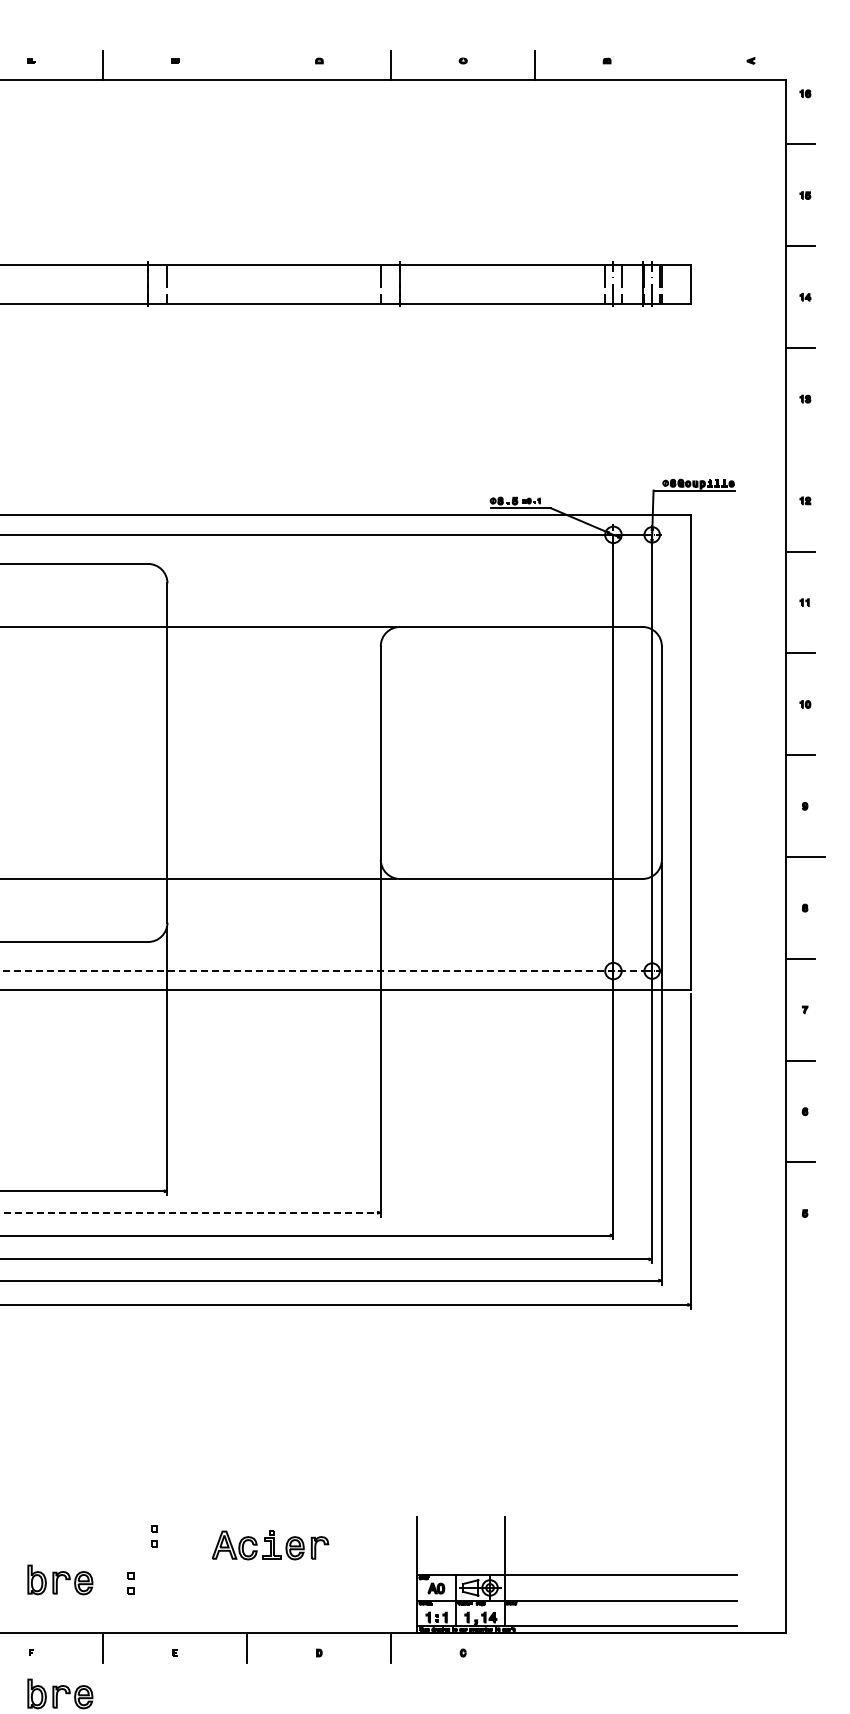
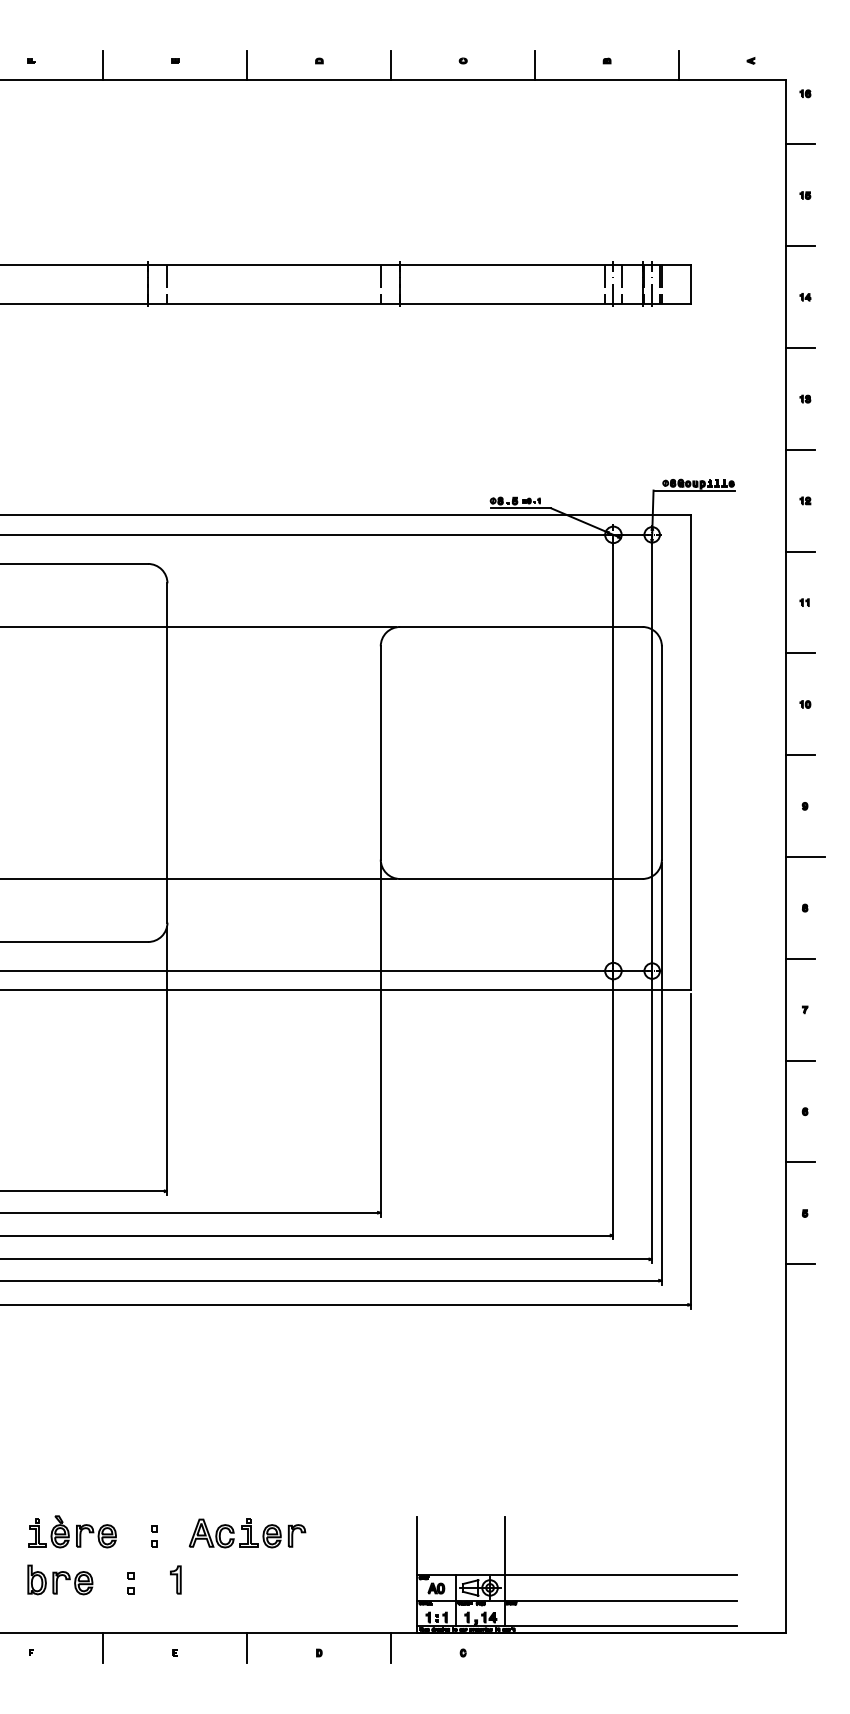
line at (247, 65): none -> present
line at (678, 65): none -> present
line at (799, 449): none -> present
line at (324, 971): dashed -> solid
line at (190, 1212): dashed -> solid
line at (799, 1264): none -> present
part at (72, 1531): none -> present
part at (270, 1545) position: (270, 1545) -> (247, 1533)
part at (175, 1579): none -> present
part at (60, 1693): present -> none
